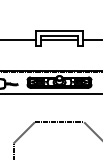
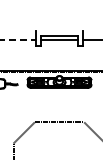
line at (59, 31): present -> none
line at (18, 39): solid -> dashed
line at (50, 94): present -> none
